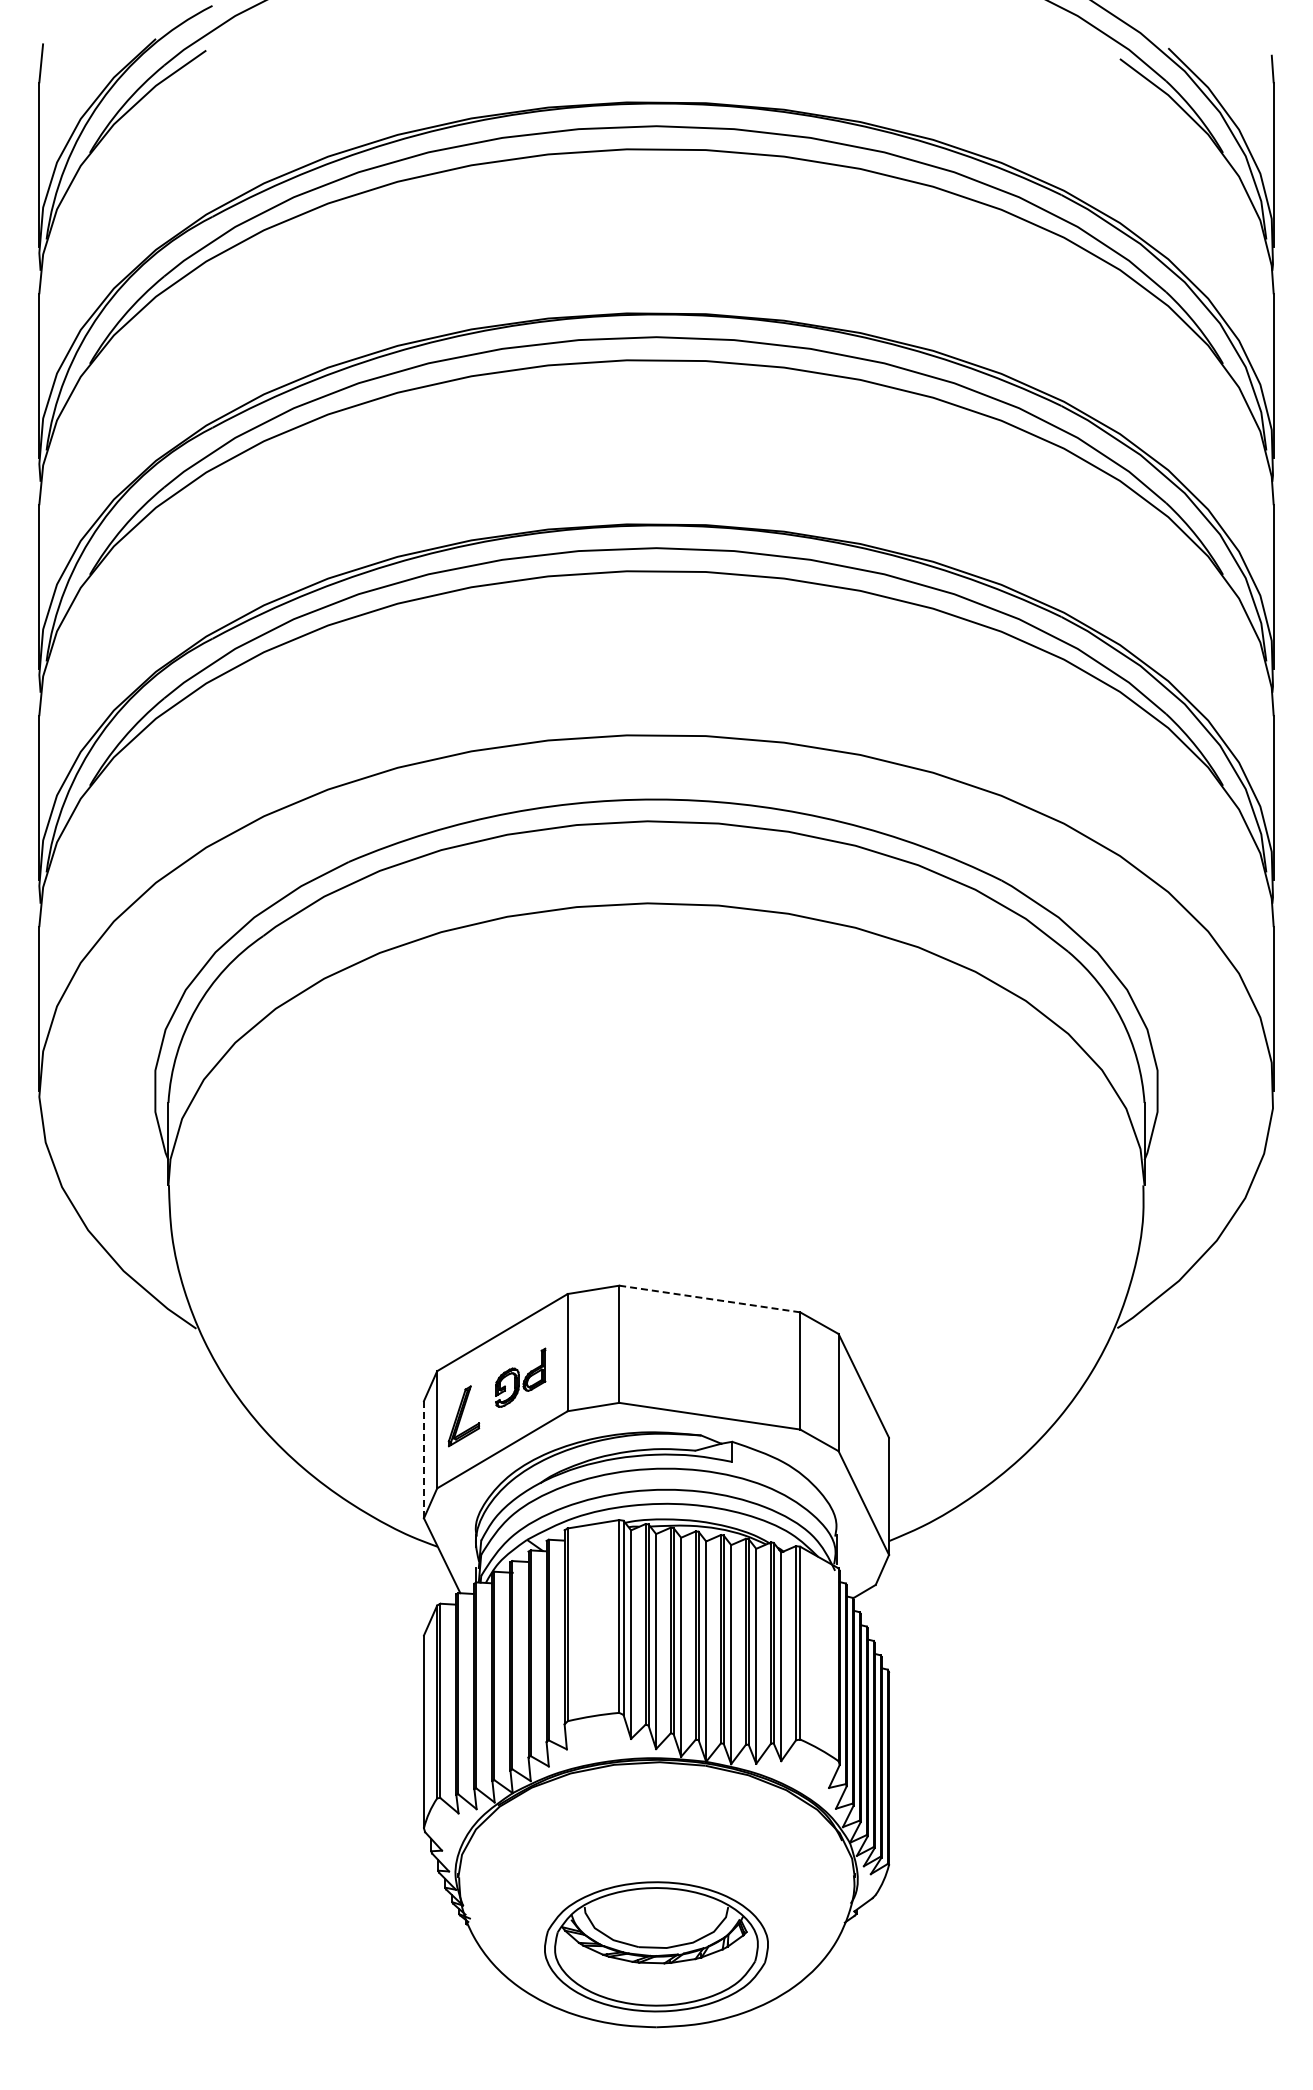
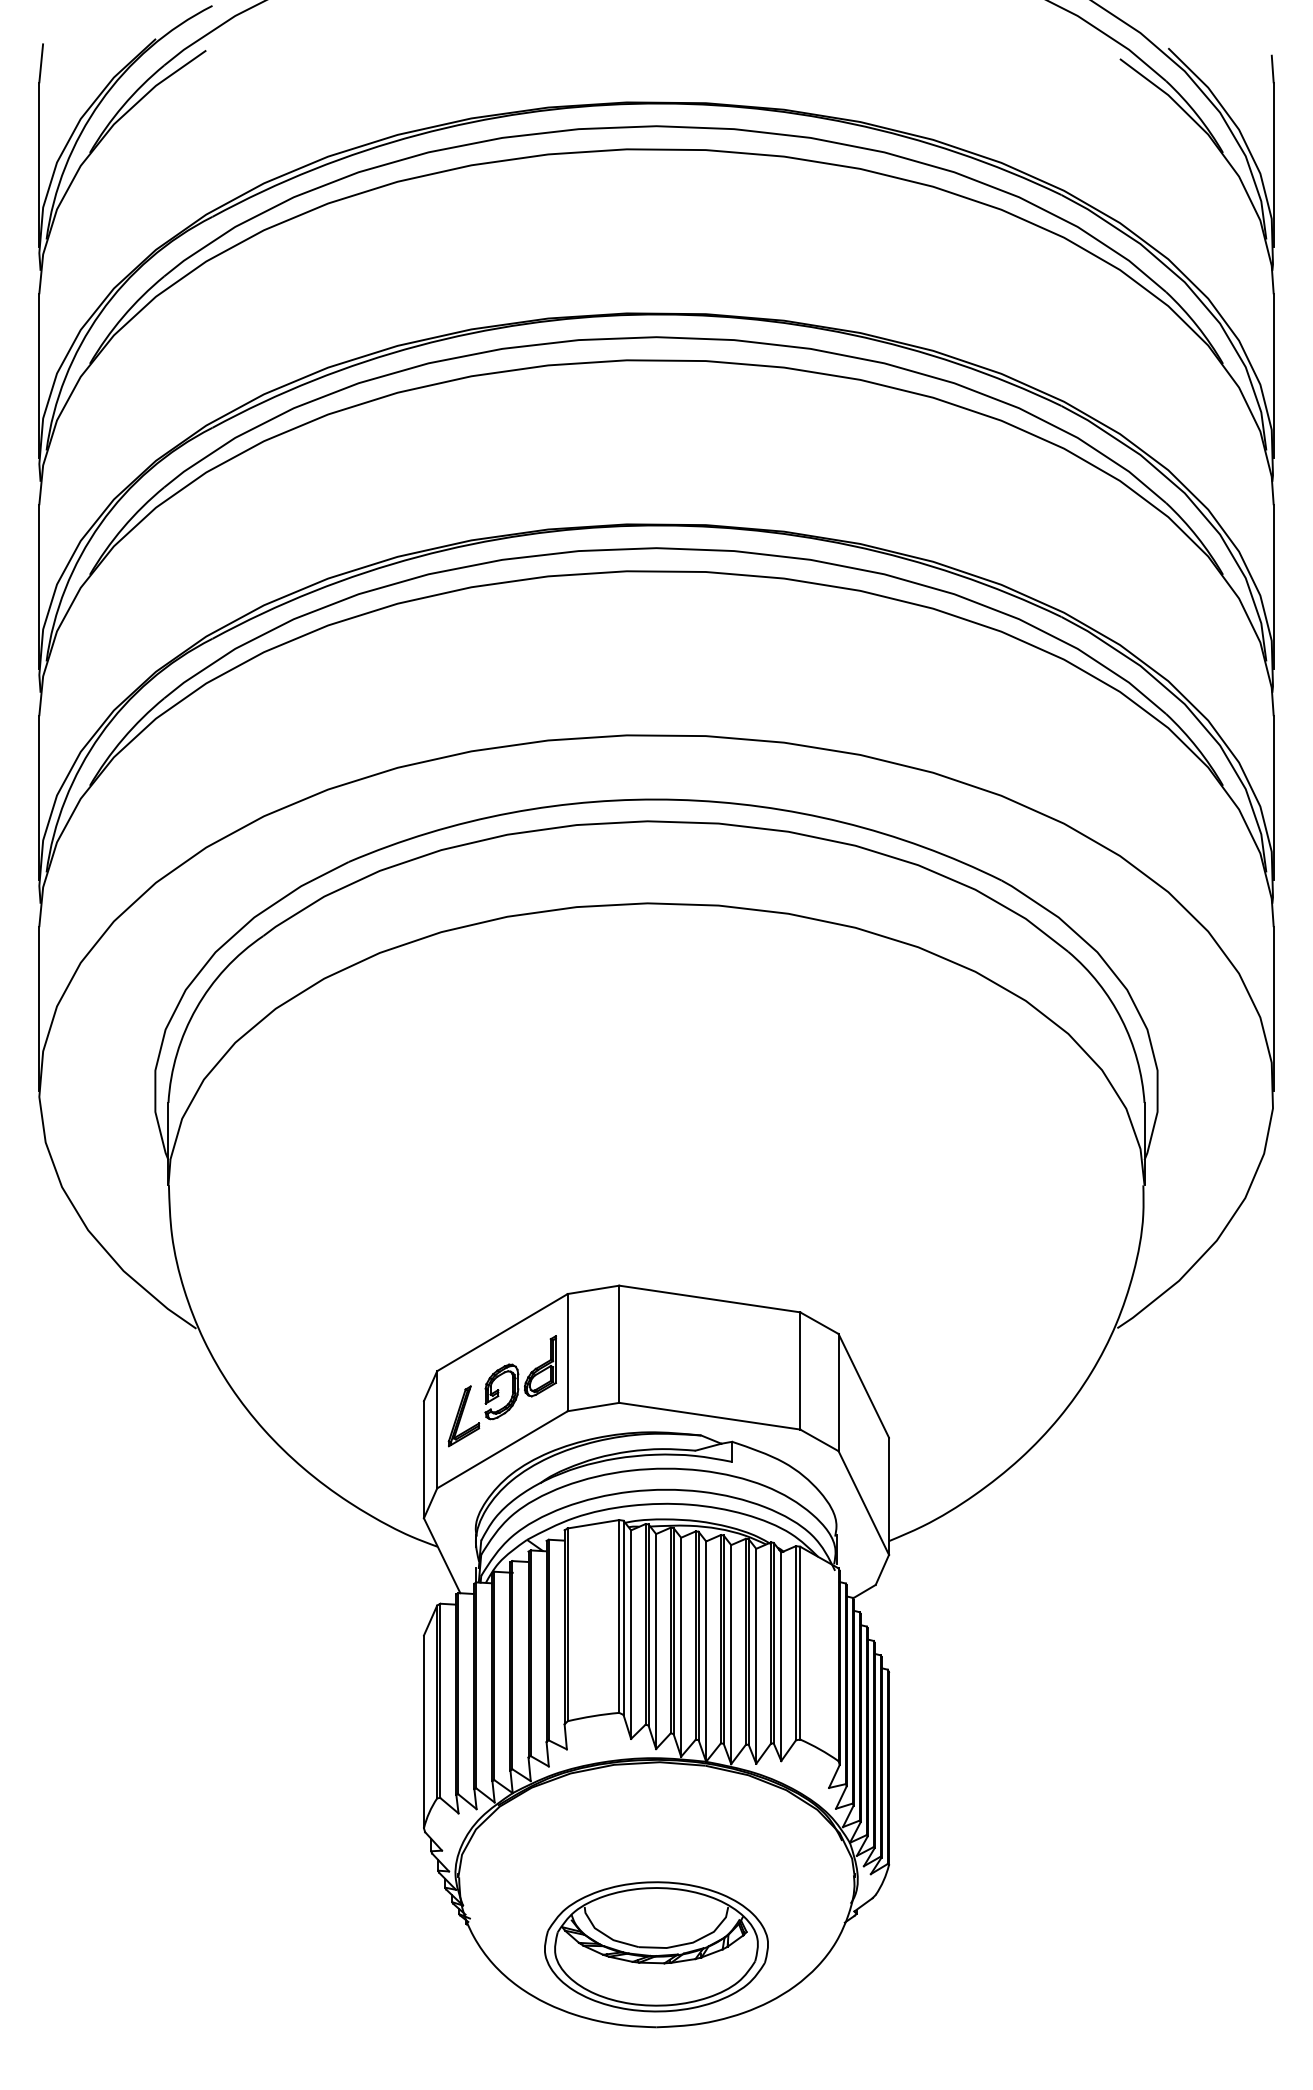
line at (709, 1298): dashed -> solid
part at (520, 1377) size: 52x61 px -> 73x86 px
line at (423, 1459): dashed -> solid
